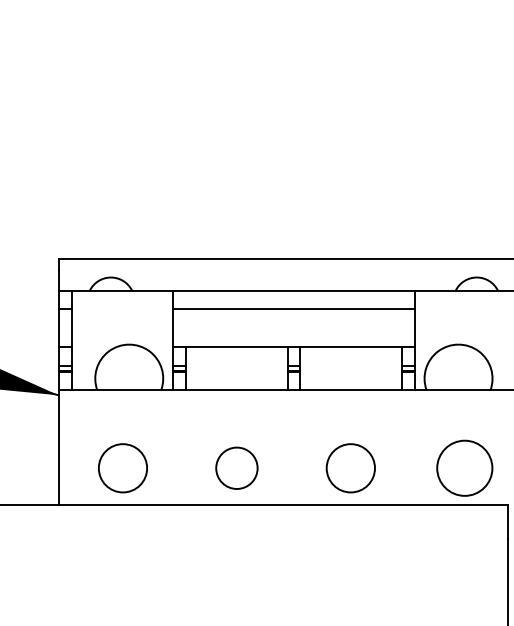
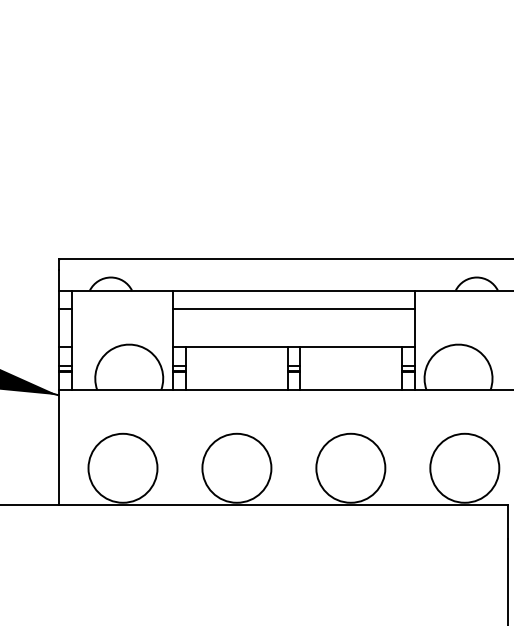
circle at (236, 467) diameter: 41 px -> 69 px
circle at (464, 467) diameter: 55 px -> 69 px
circle at (122, 468) diameter: 48 px -> 69 px
circle at (350, 468) diameter: 48 px -> 69 px
